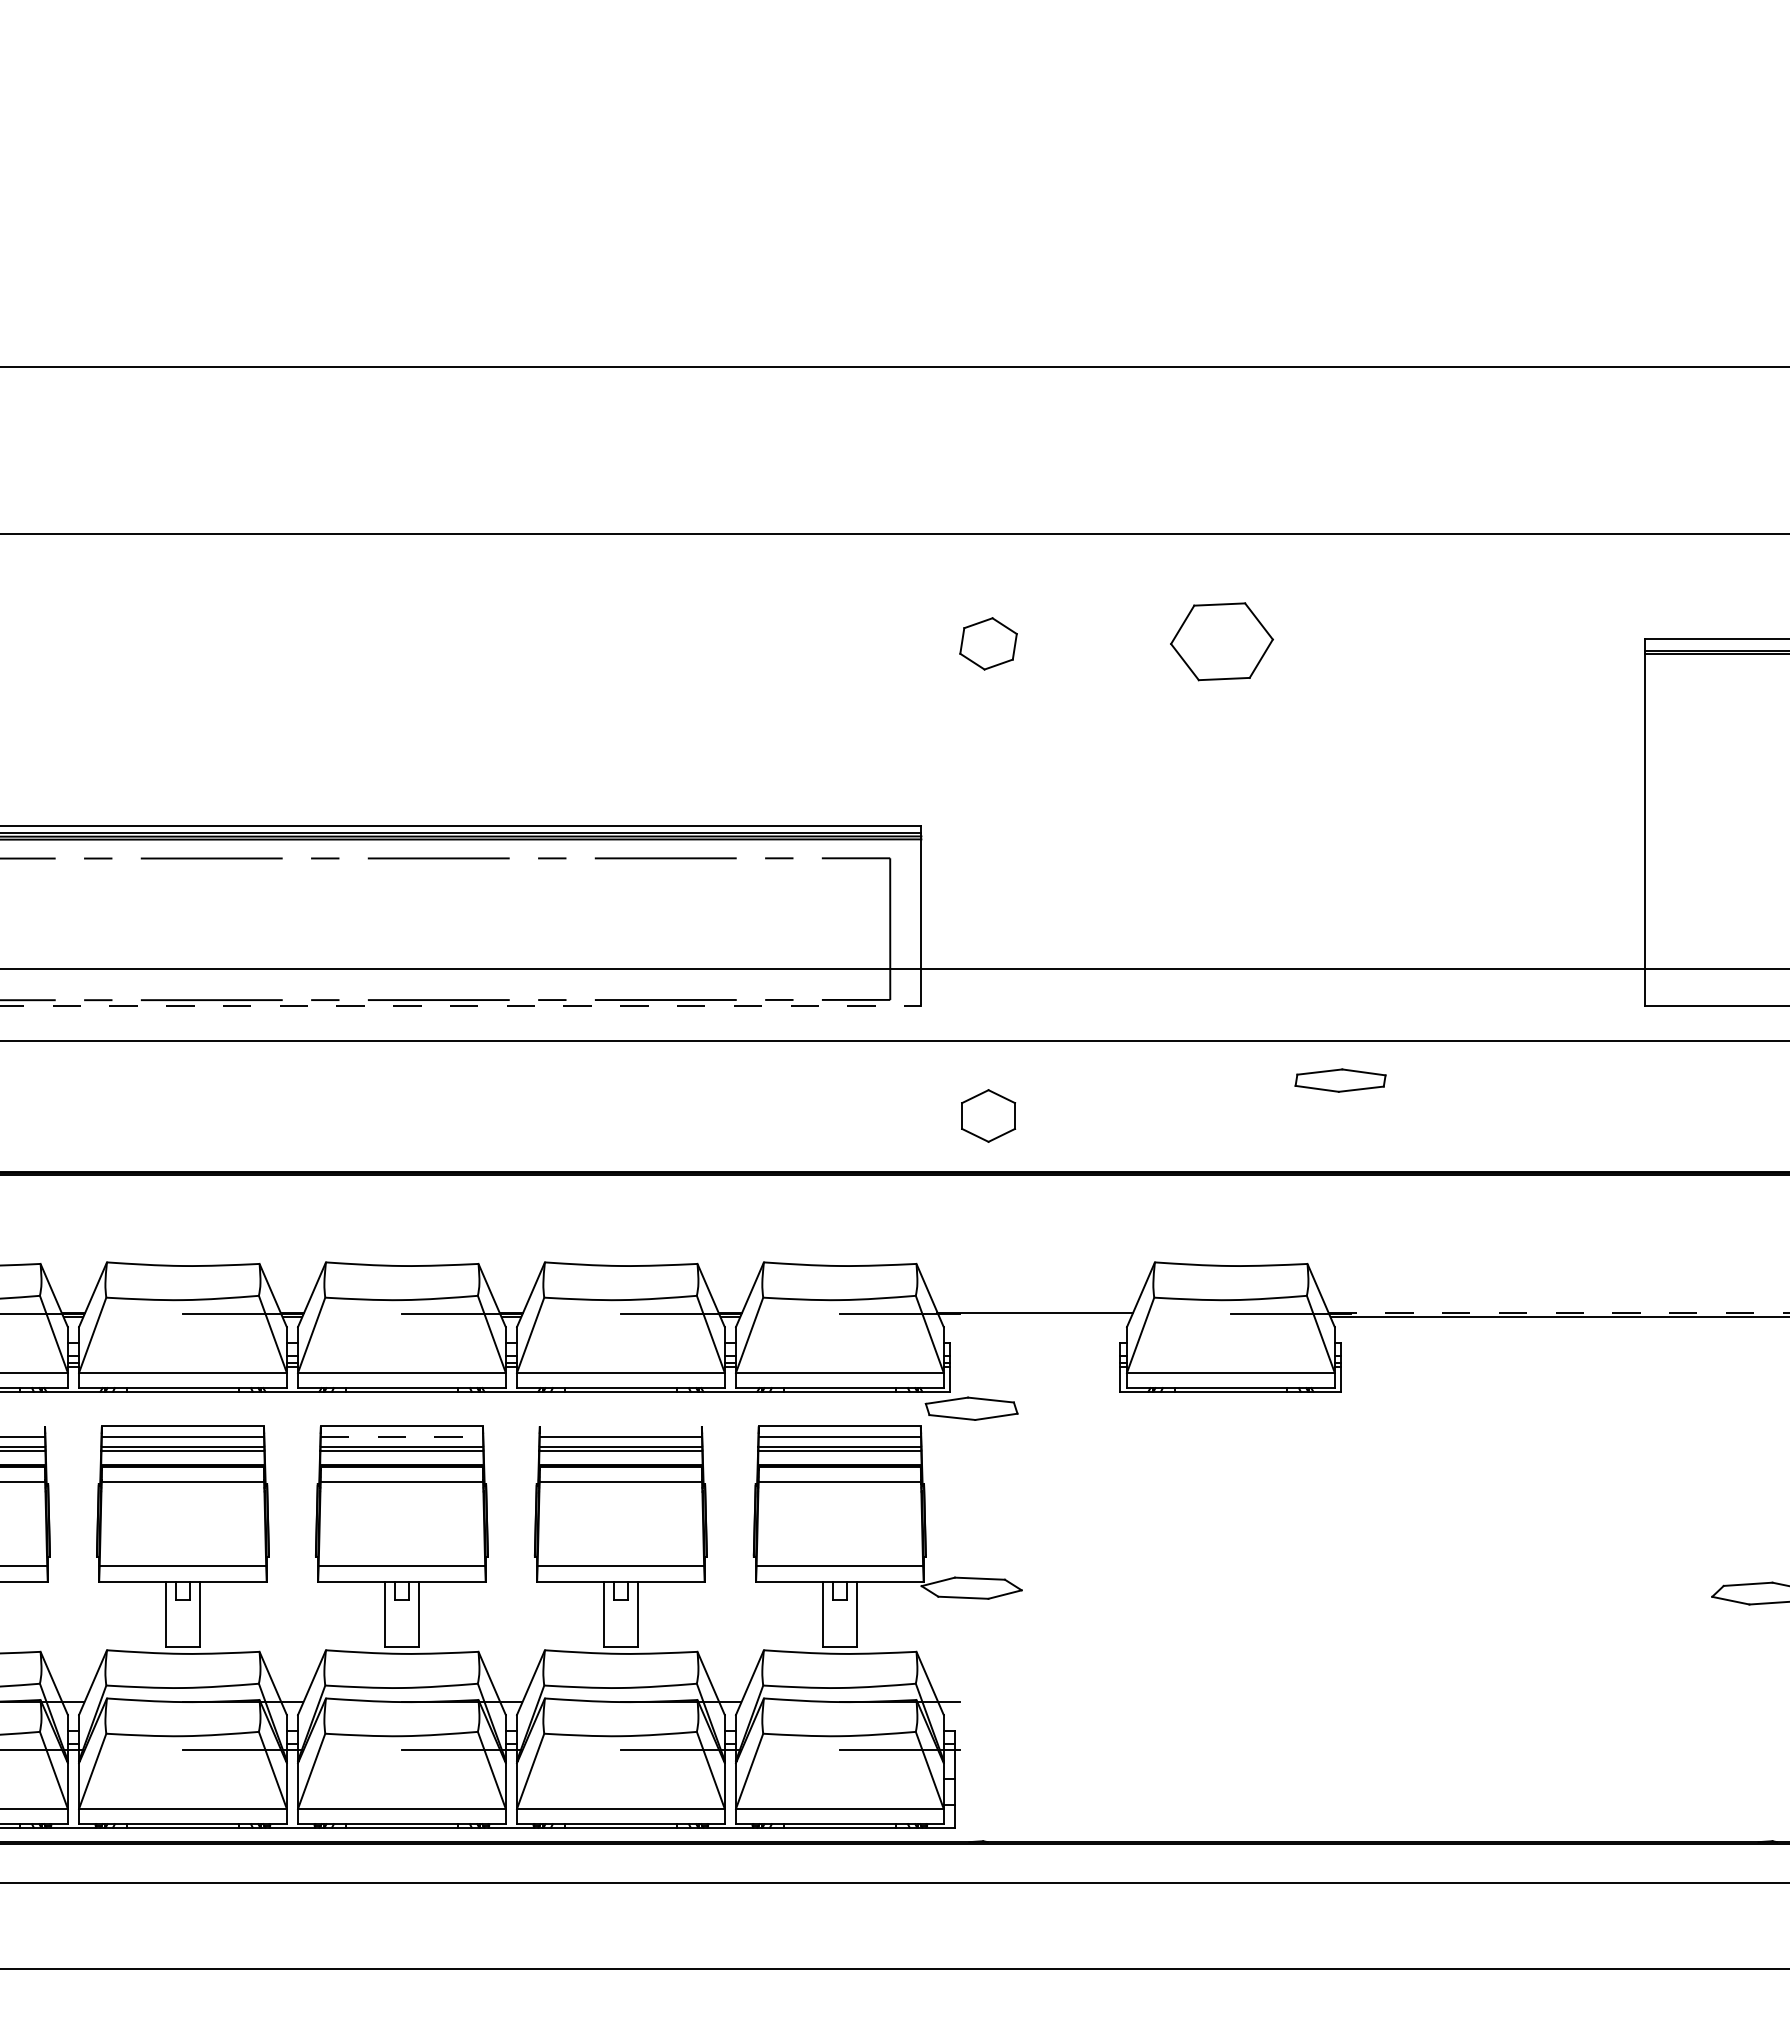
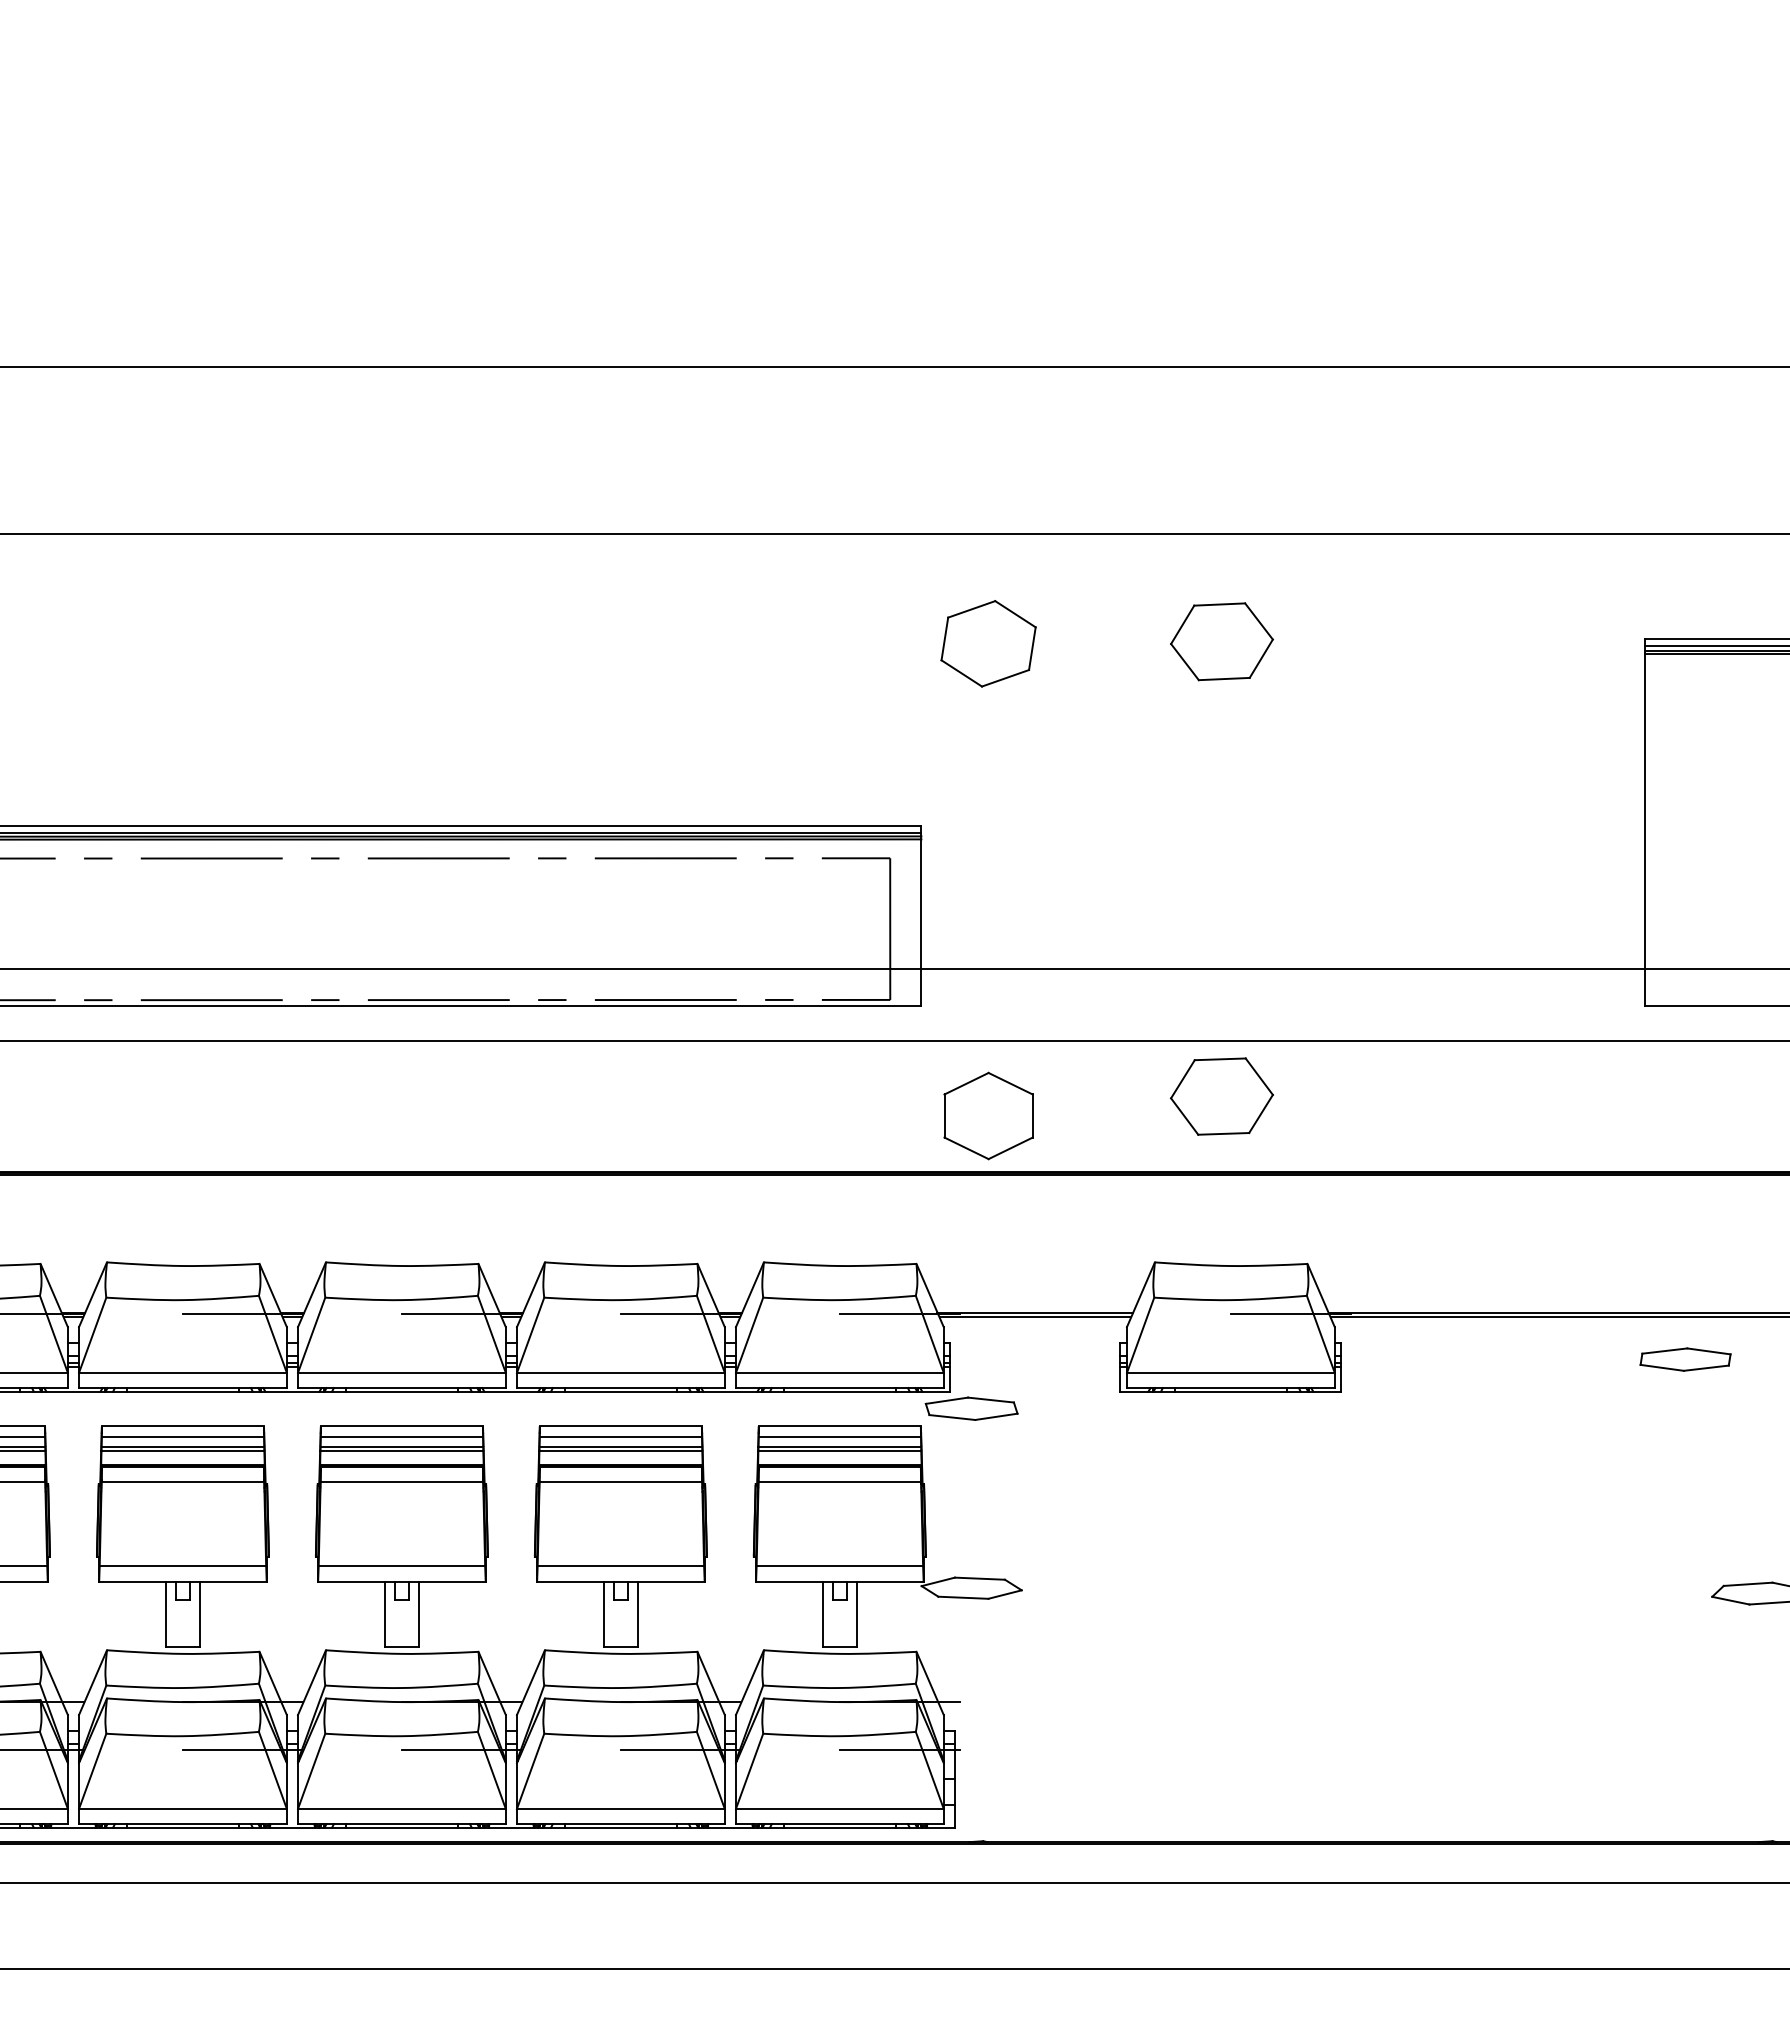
part at (988, 643) size: 59x54 px -> 97x88 px
line at (1715, 646): none -> present
line at (461, 1005): dashed -> solid
part at (1340, 1080) position: (1340, 1080) -> (1685, 1359)
part at (1221, 1096): none -> present
part at (988, 1115) size: 56x54 px -> 91x90 px
line at (1559, 1312): dashed -> solid
line at (1035, 1317): none -> present
line at (23, 1426): none -> present
line at (620, 1426): none -> present
line at (402, 1436): dashed -> solid
